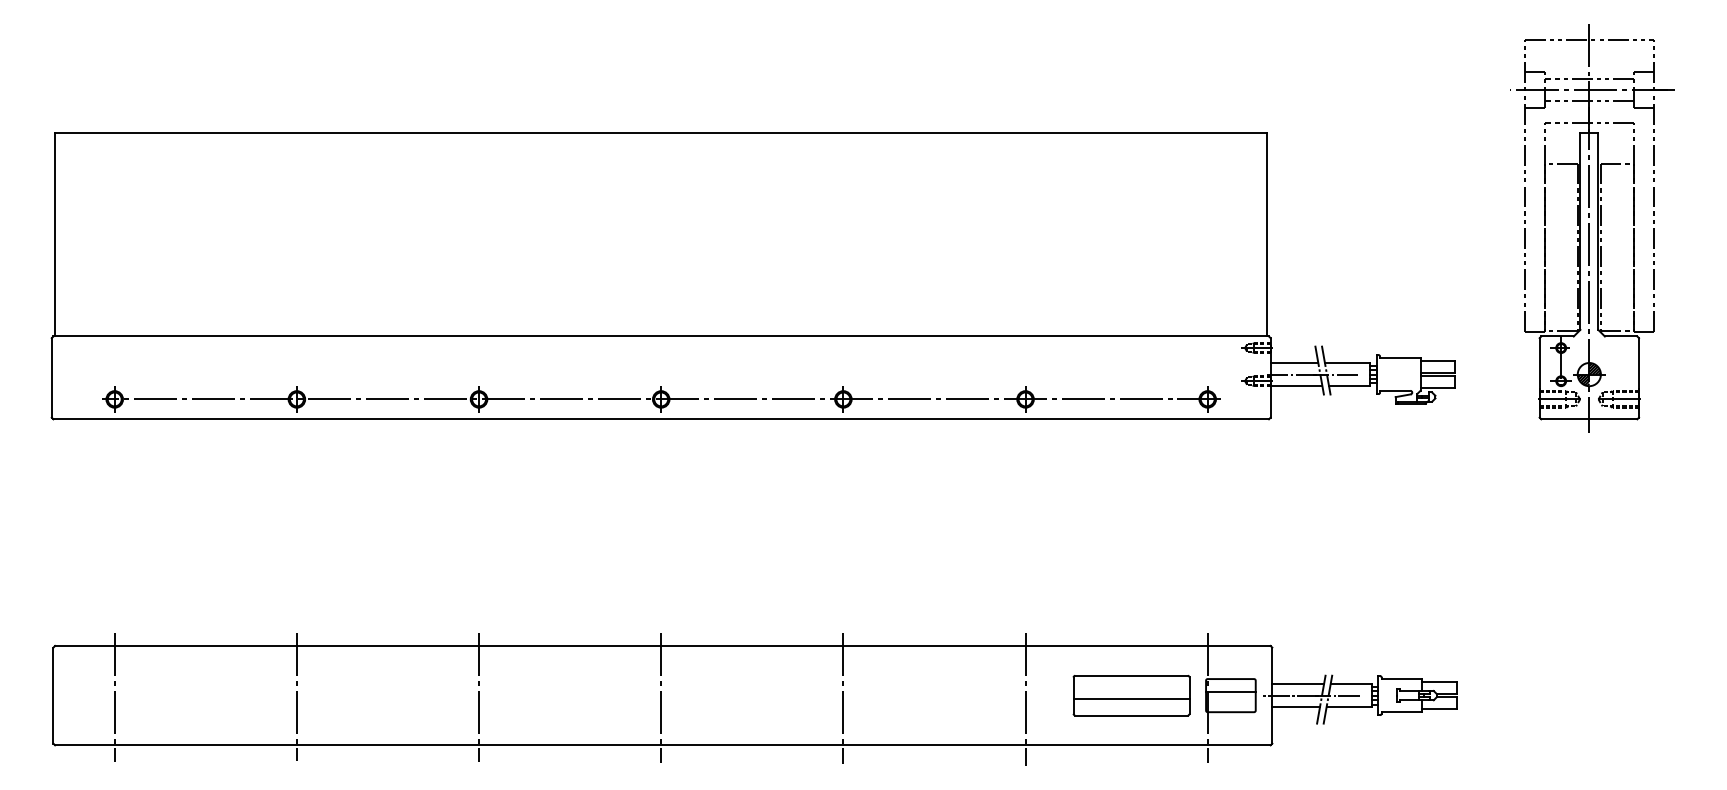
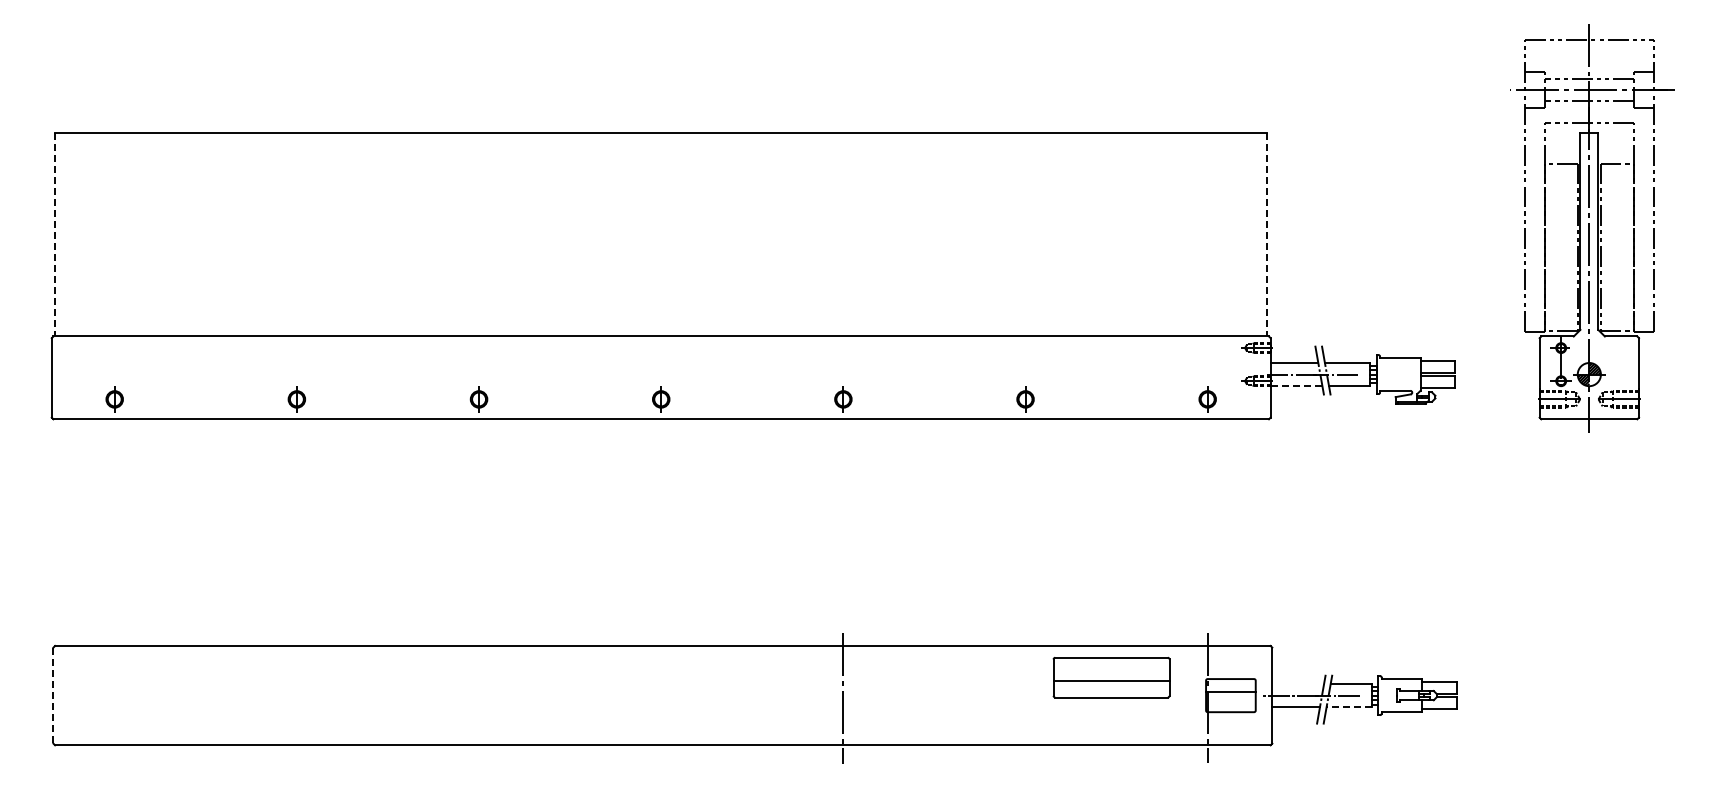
line at (55, 234): solid -> dashed
line at (1267, 234): solid -> dashed
line at (1296, 386): solid -> dashed
line at (660, 399): present -> none
line at (1298, 684): present -> none
part at (1131, 695) position: (1131, 695) -> (1111, 677)
line at (53, 696): solid -> dashed
line at (114, 696): present -> none
line at (296, 696): present -> none
line at (479, 696): present -> none
line at (661, 697): present -> none
line at (1025, 699): present -> none
line at (1349, 707): solid -> dashed
